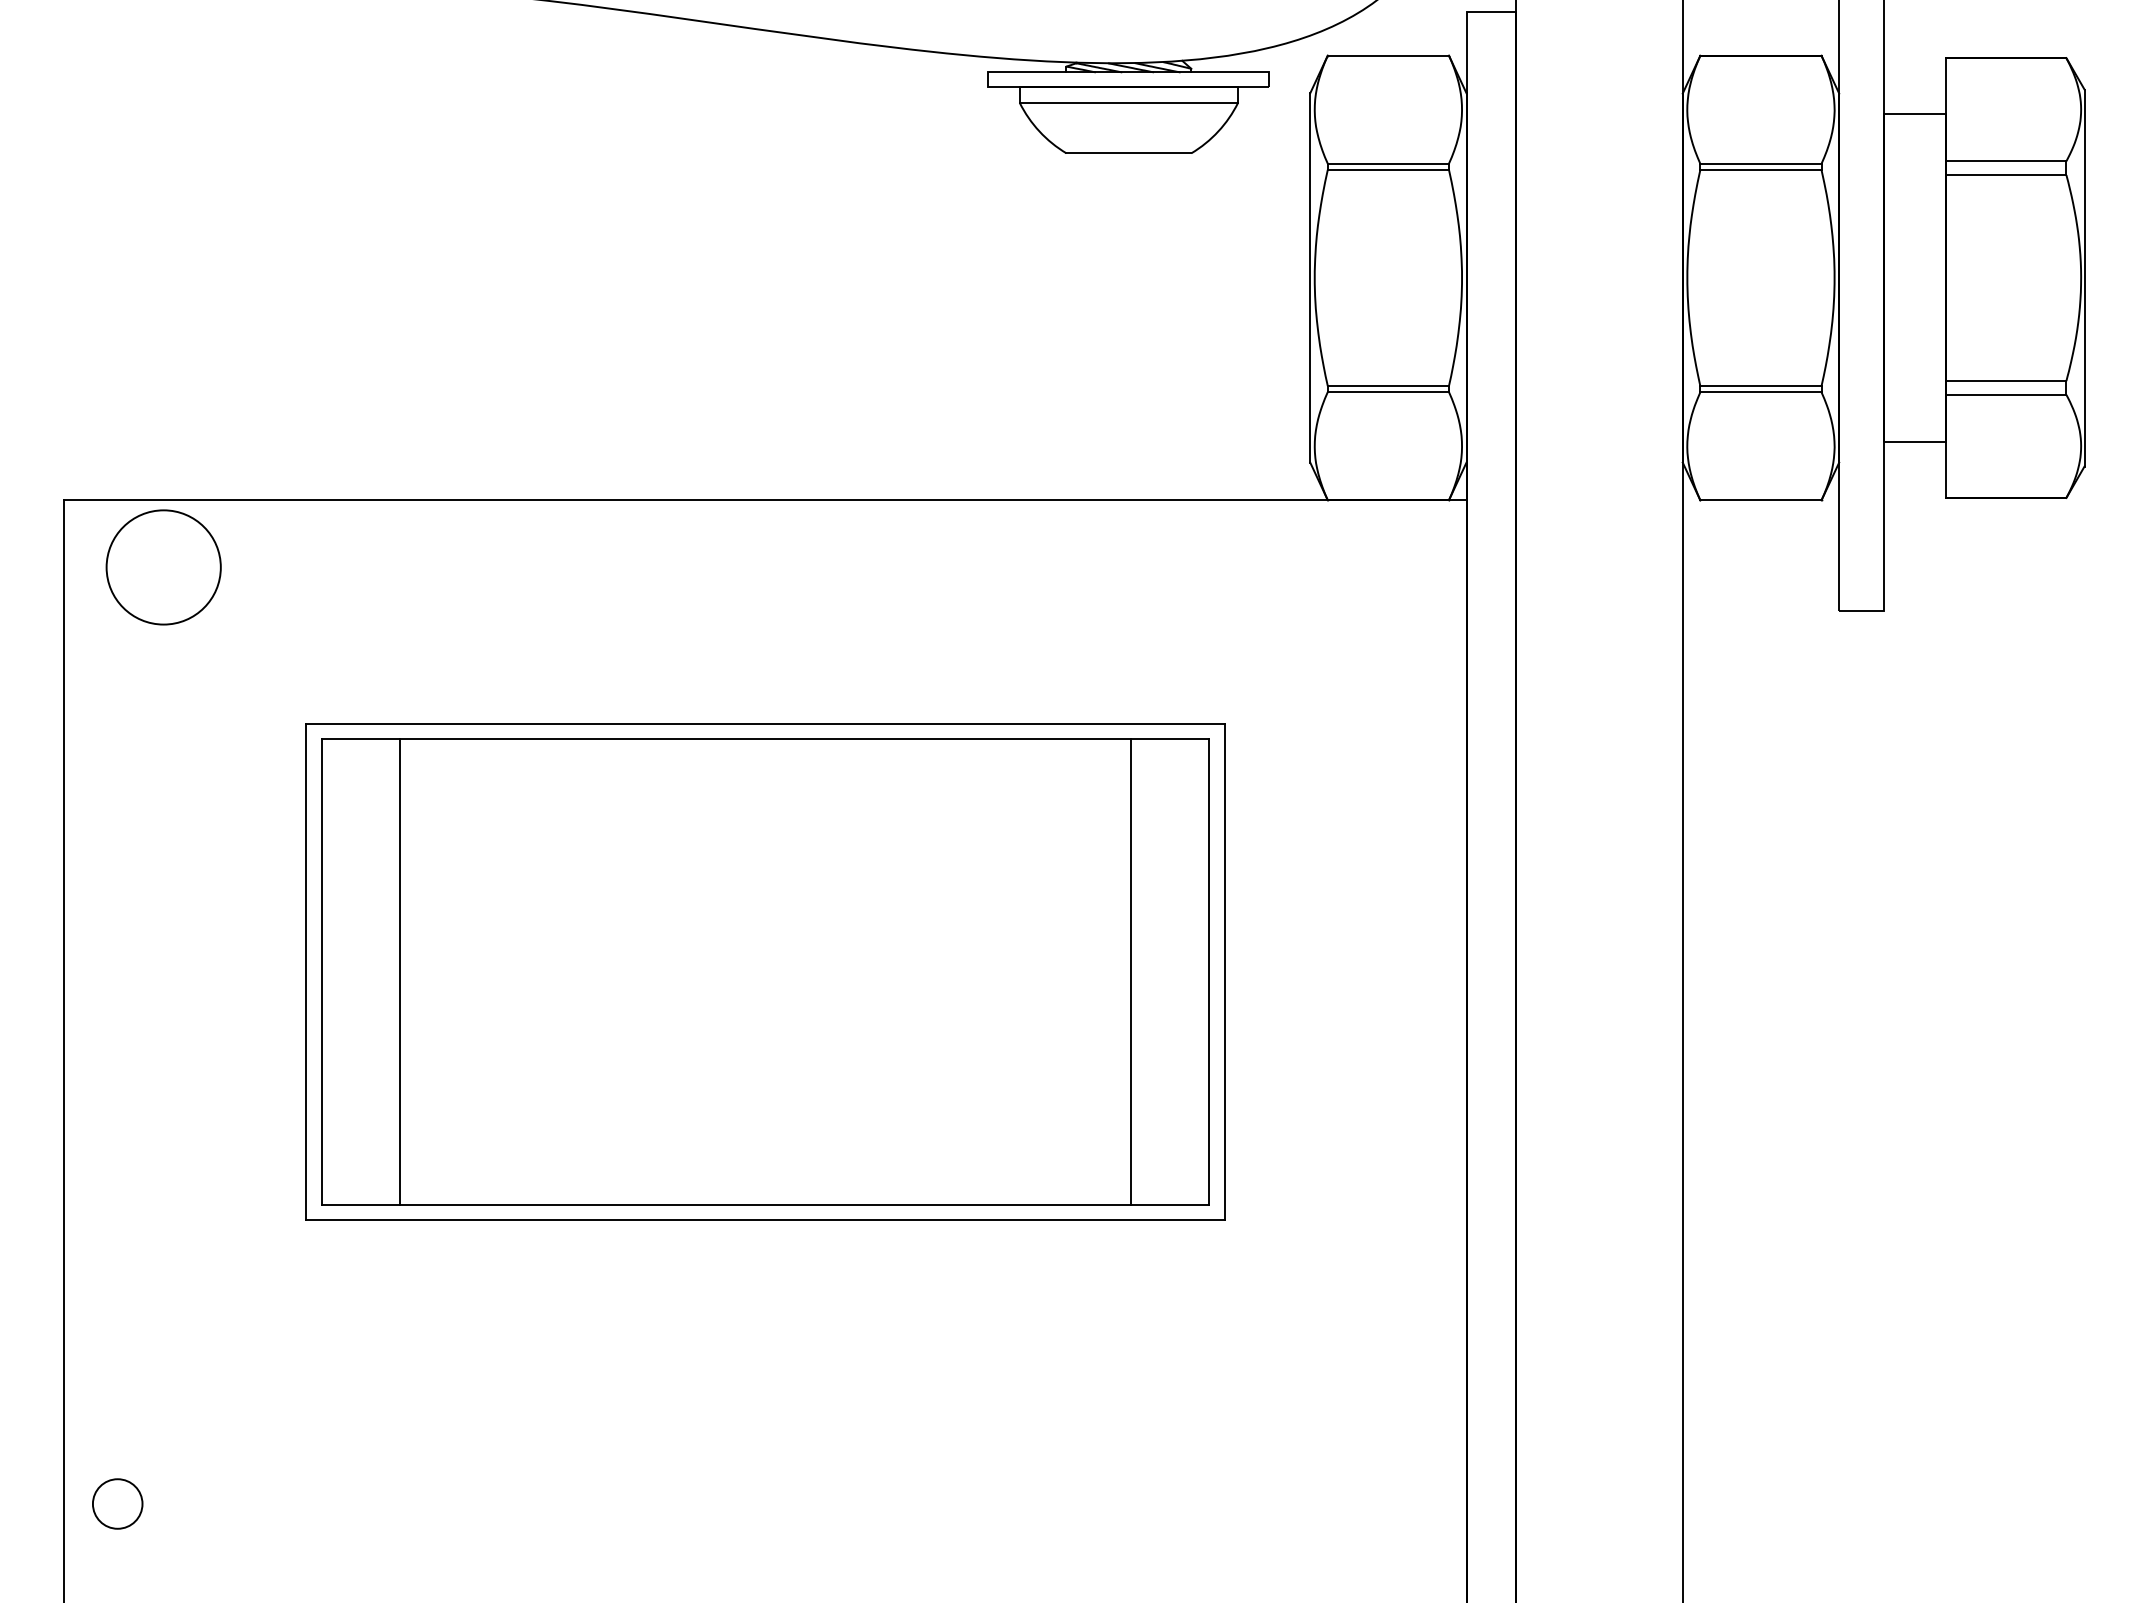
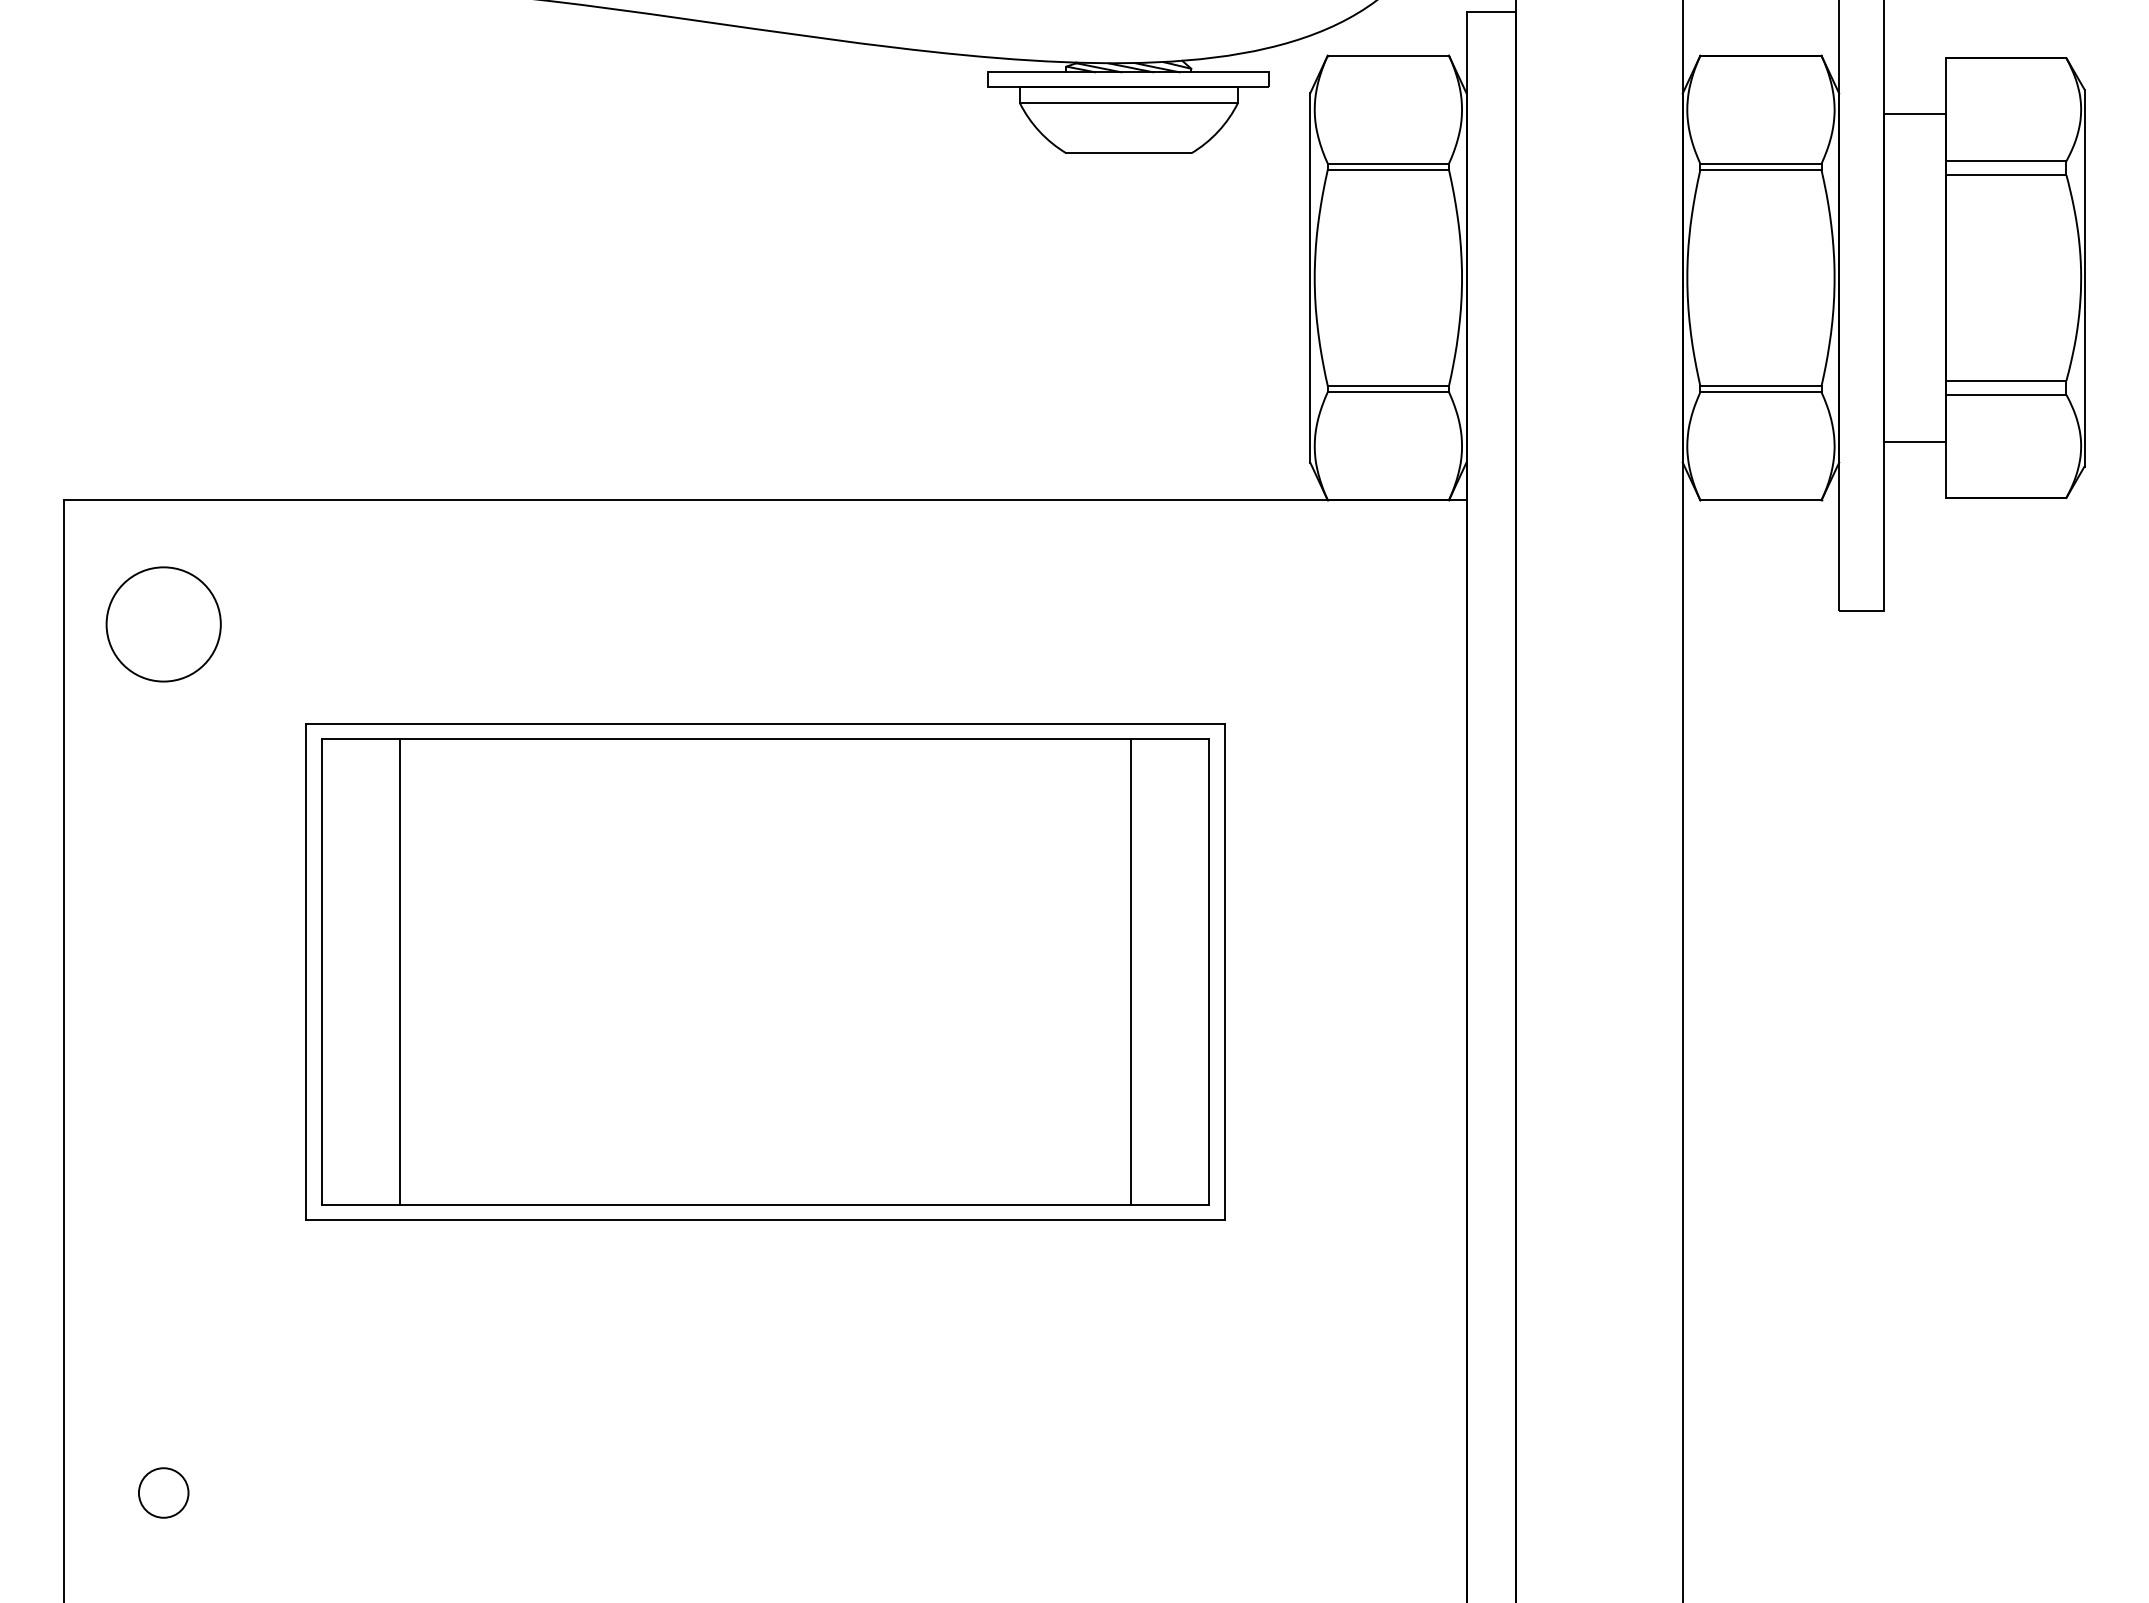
circle at (163, 567) position: (163, 567) -> (163, 624)
circle at (117, 1503) position: (117, 1503) -> (163, 1492)
